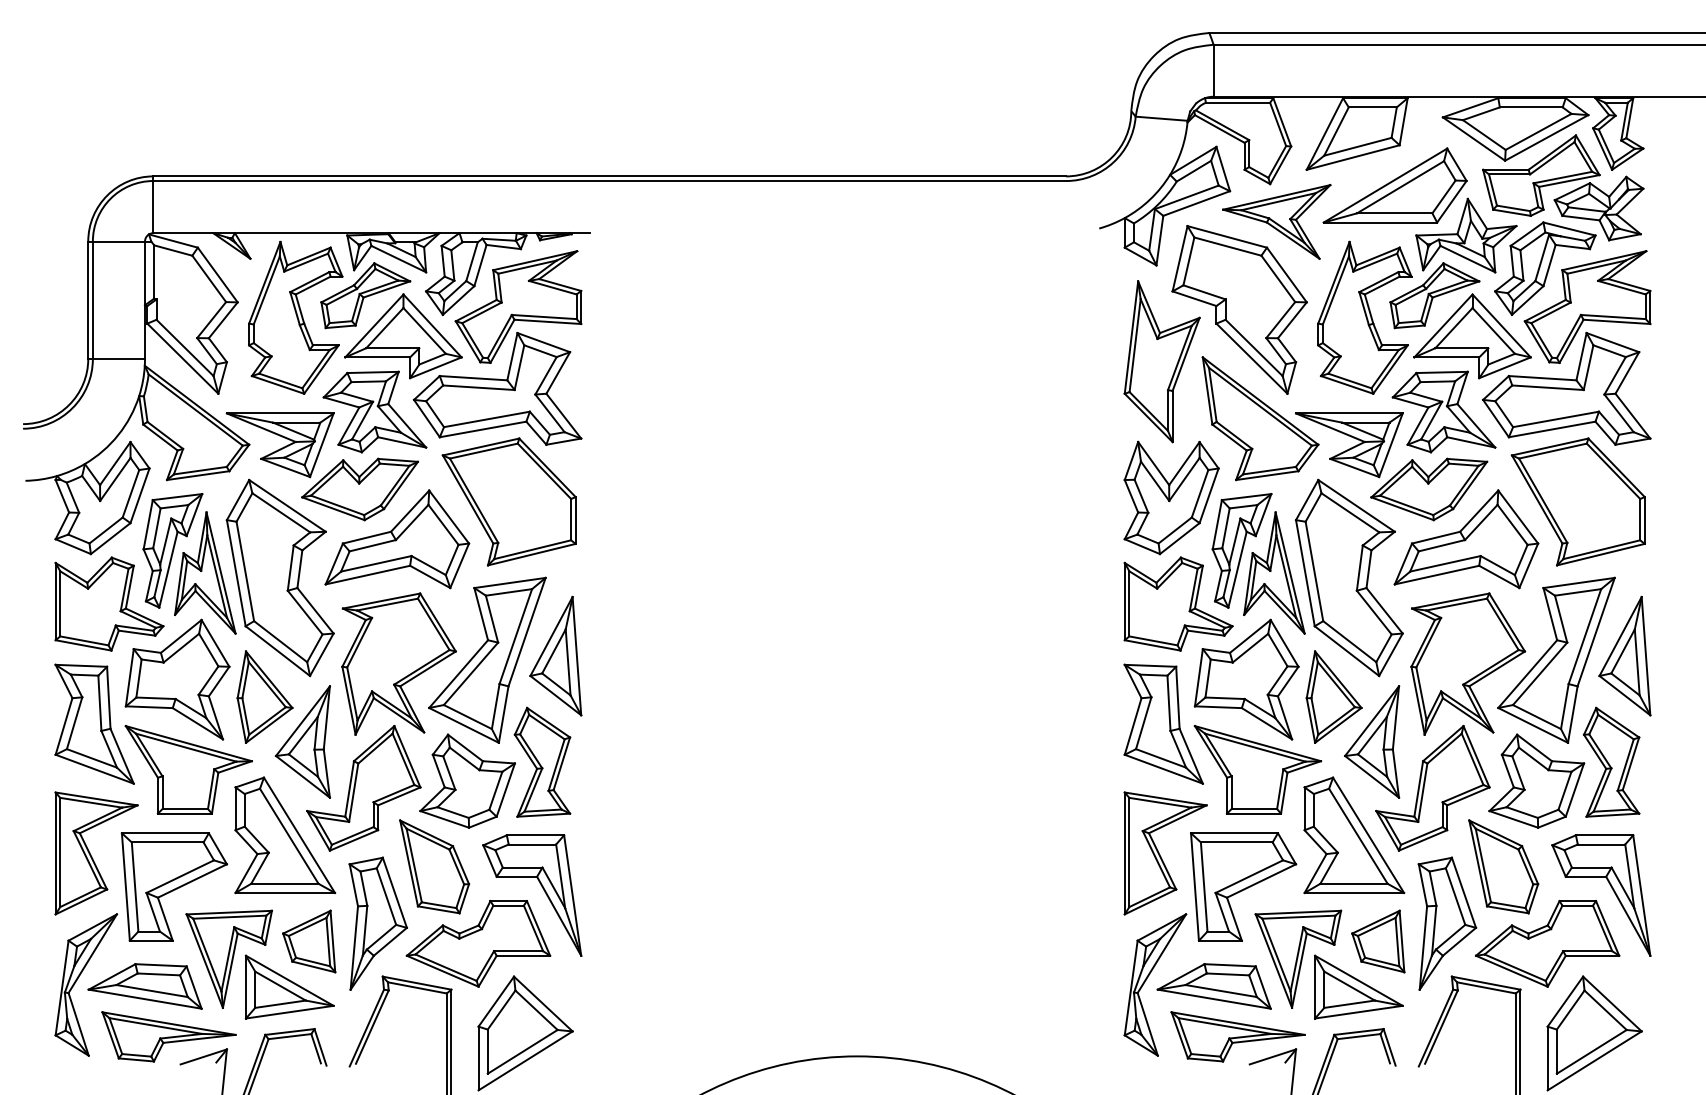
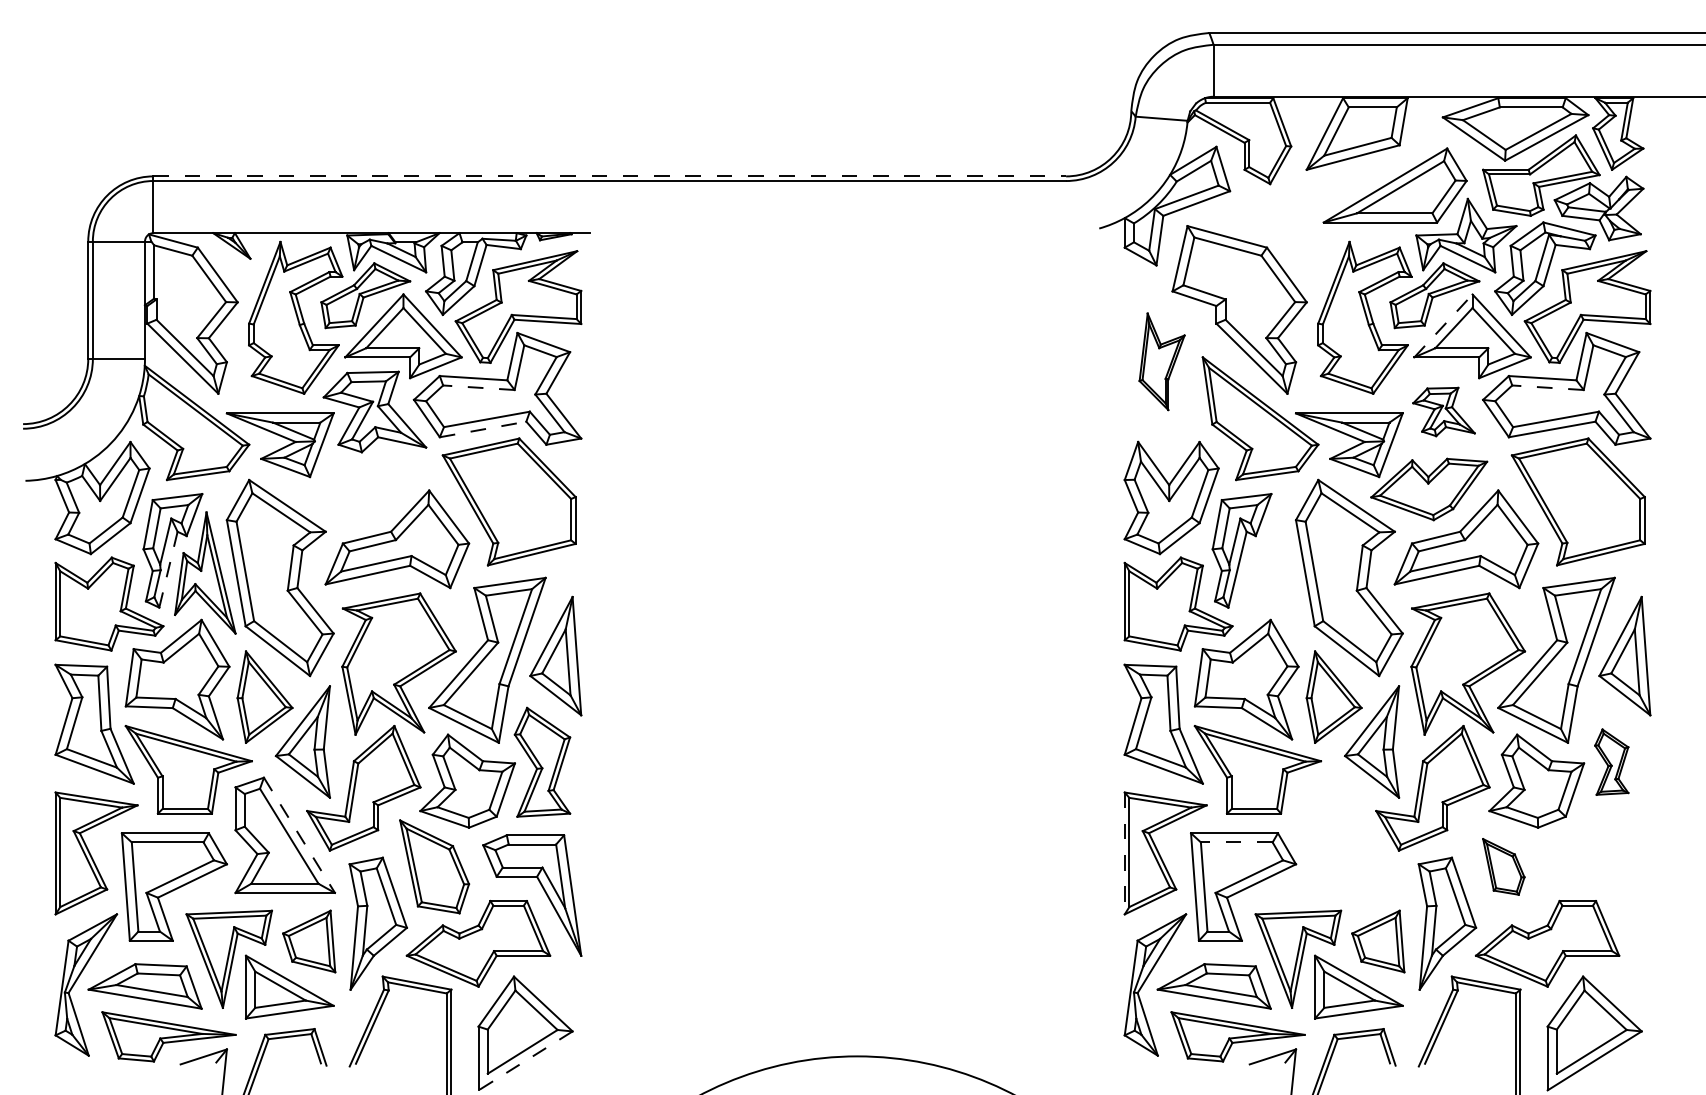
line at (610, 176): solid -> dashed
part at (1276, 221): present -> none
line at (1443, 325): solid -> dashed
part at (1161, 361) size: 78x164 px -> 48x100 px
line at (478, 387): solid -> dashed
line at (1548, 387): solid -> dashed
part at (1443, 411) size: 106x84 px -> 64x52 px
line at (483, 429): solid -> dashed
part at (359, 489): present -> none
line at (168, 569): solid -> dashed
part at (1274, 572): present -> none
part at (1611, 761) size: 58x112 px -> 36x68 px
line at (299, 835): solid -> dashed
part at (1354, 835): present -> none
line at (1236, 842): solid -> dashed
line at (1124, 853): solid -> dashed
part at (1503, 866) size: 72x96 px -> 44x58 px
part at (1612, 890): present -> none
line at (525, 1061): solid -> dashed
